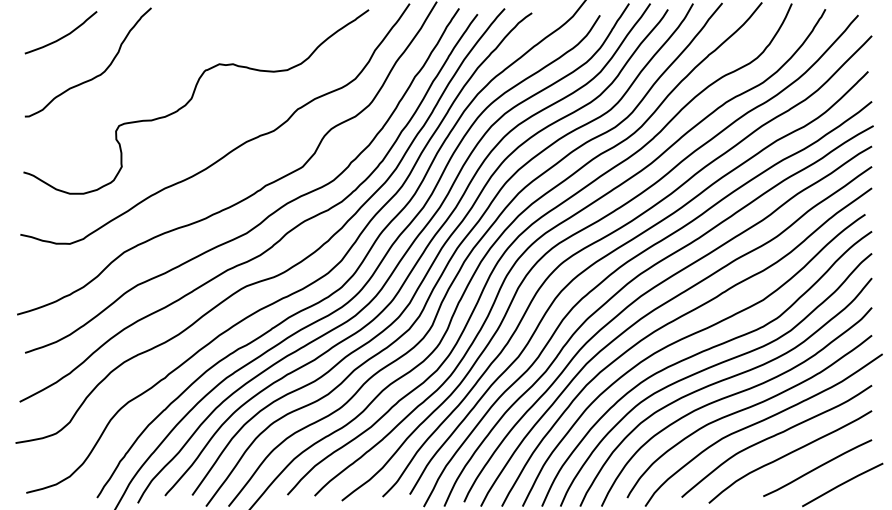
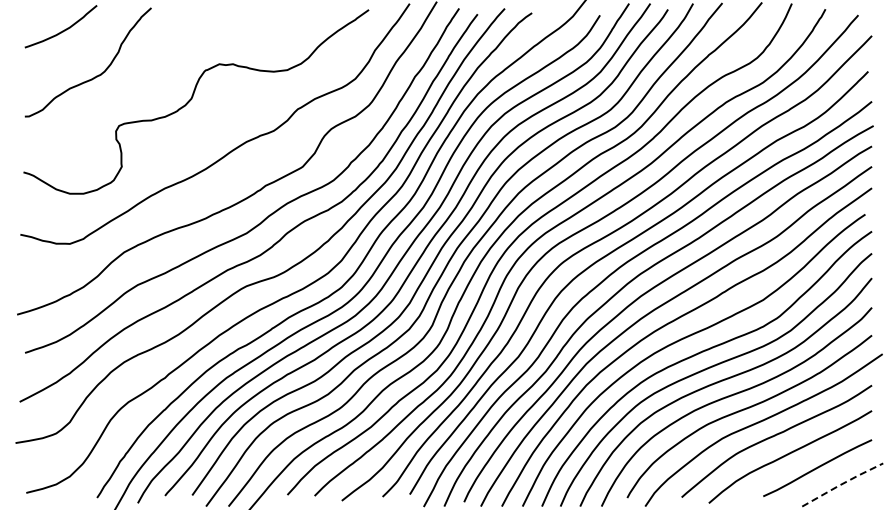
curve at (62, 36) position: (62, 36) -> (62, 30)
line at (842, 483): solid -> dashed
